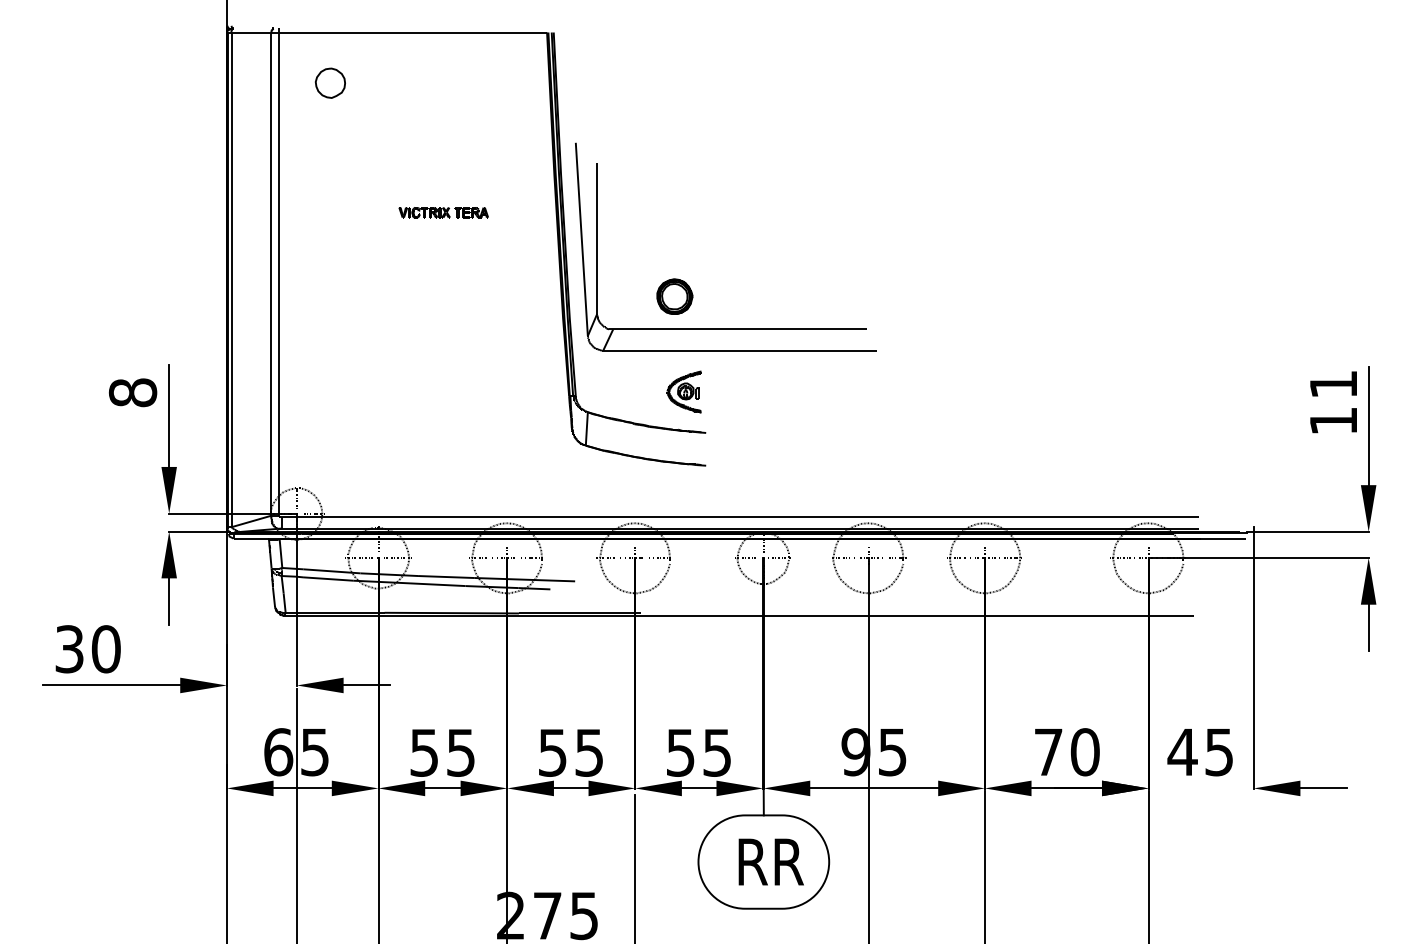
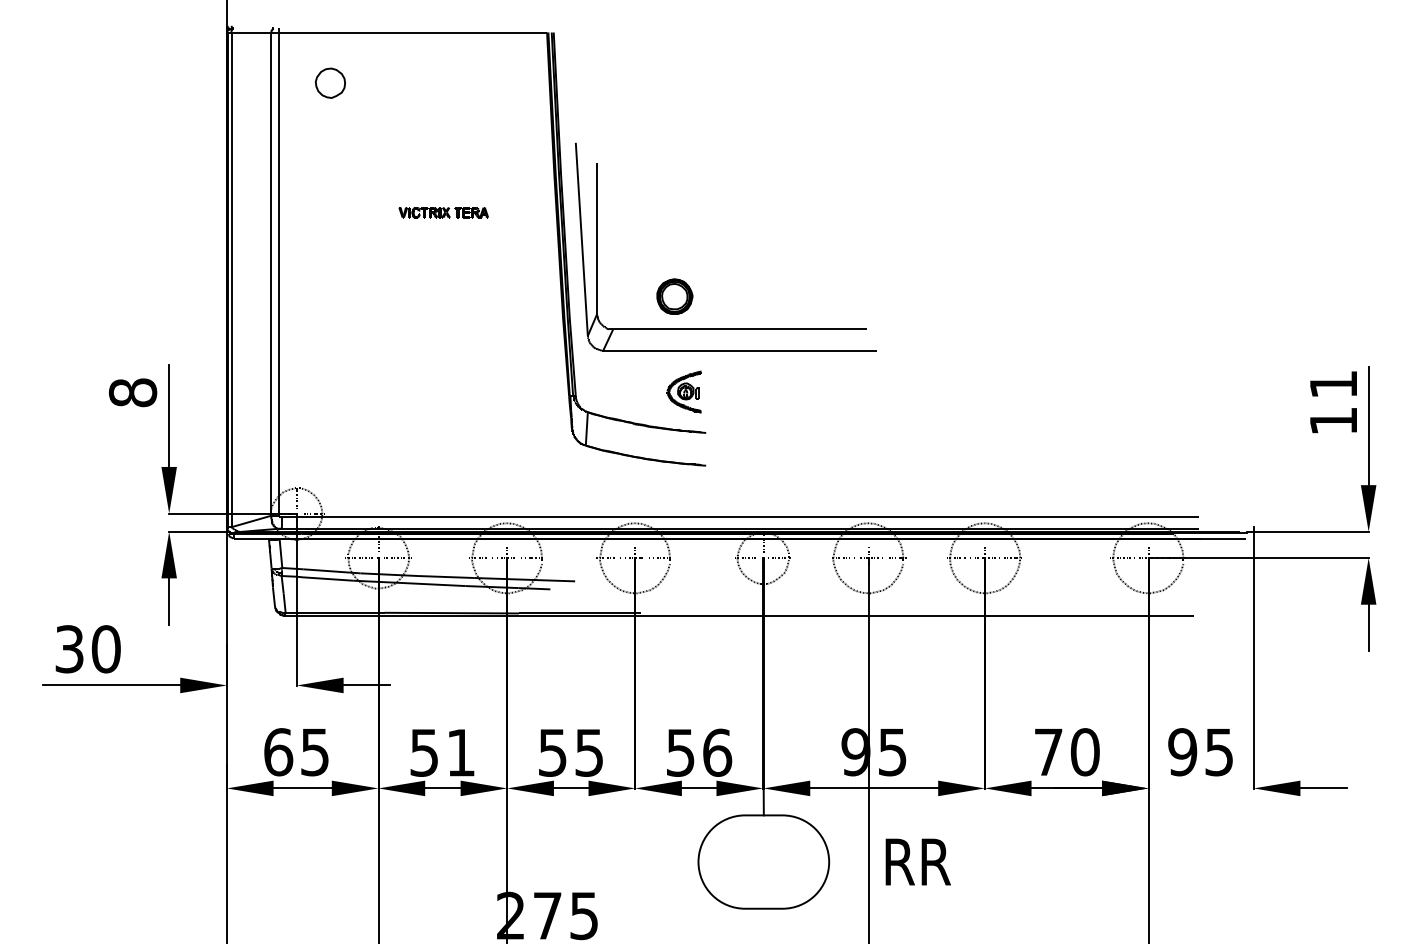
text at (460, 752): 55 -> 51
text at (717, 752): 55 -> 56
text at (1182, 752): 45 -> 95
line at (296, 814): present -> none
text at (770, 861) position: (770, 861) -> (917, 861)
line at (985, 865): present -> none
line at (635, 867): present -> none
